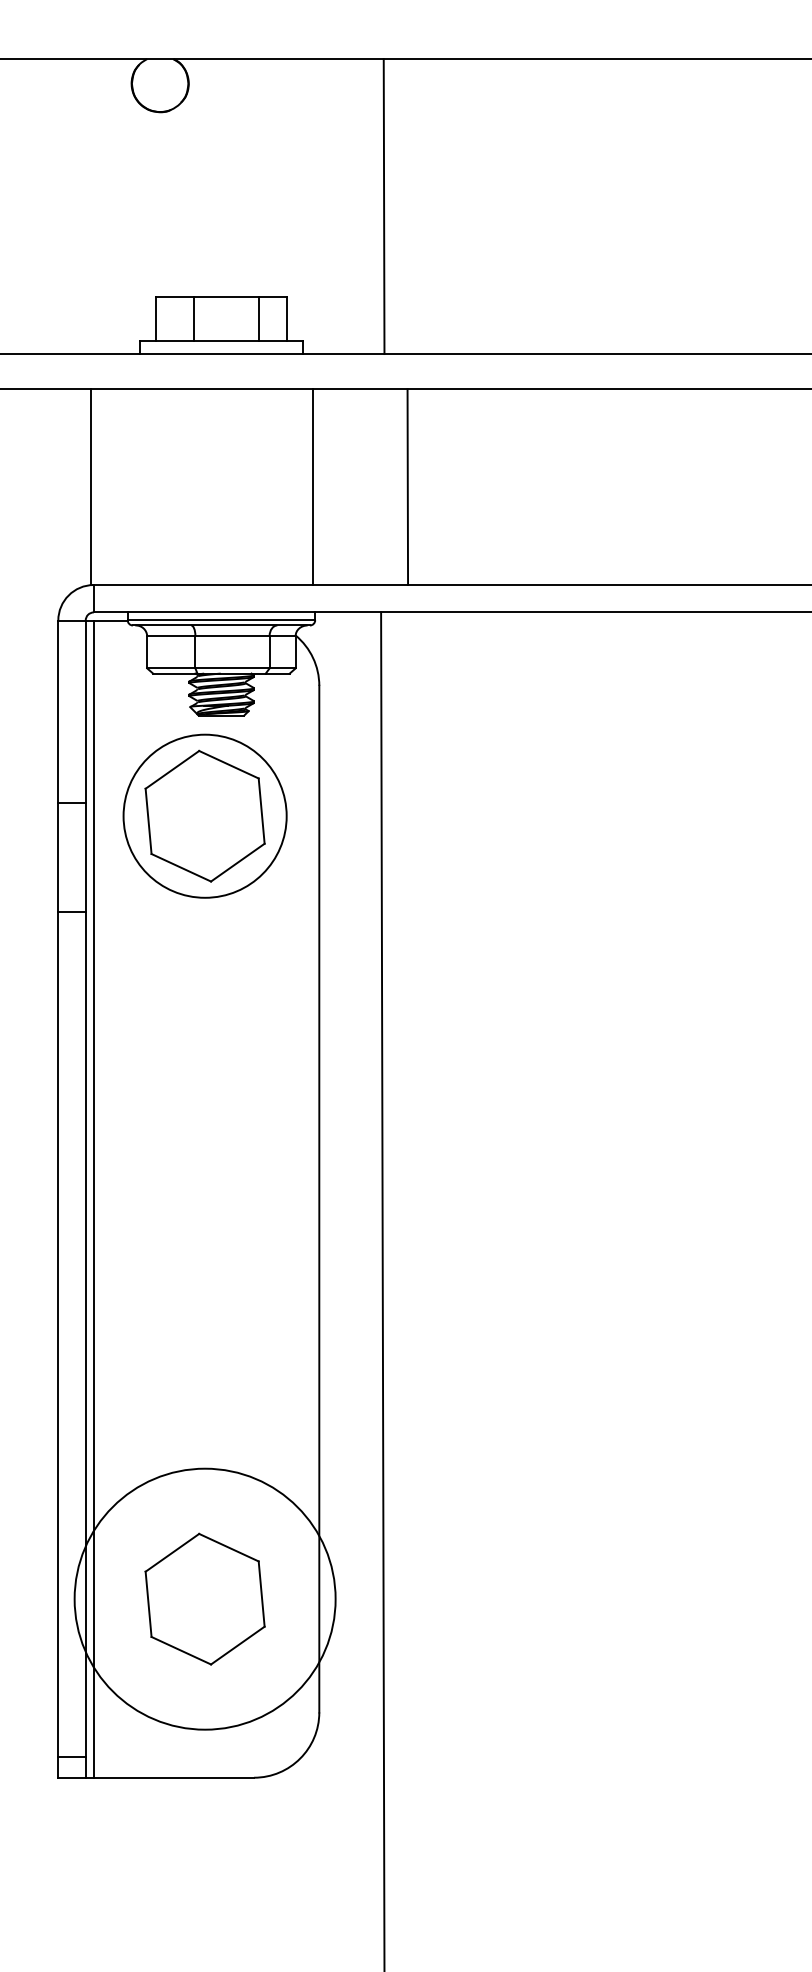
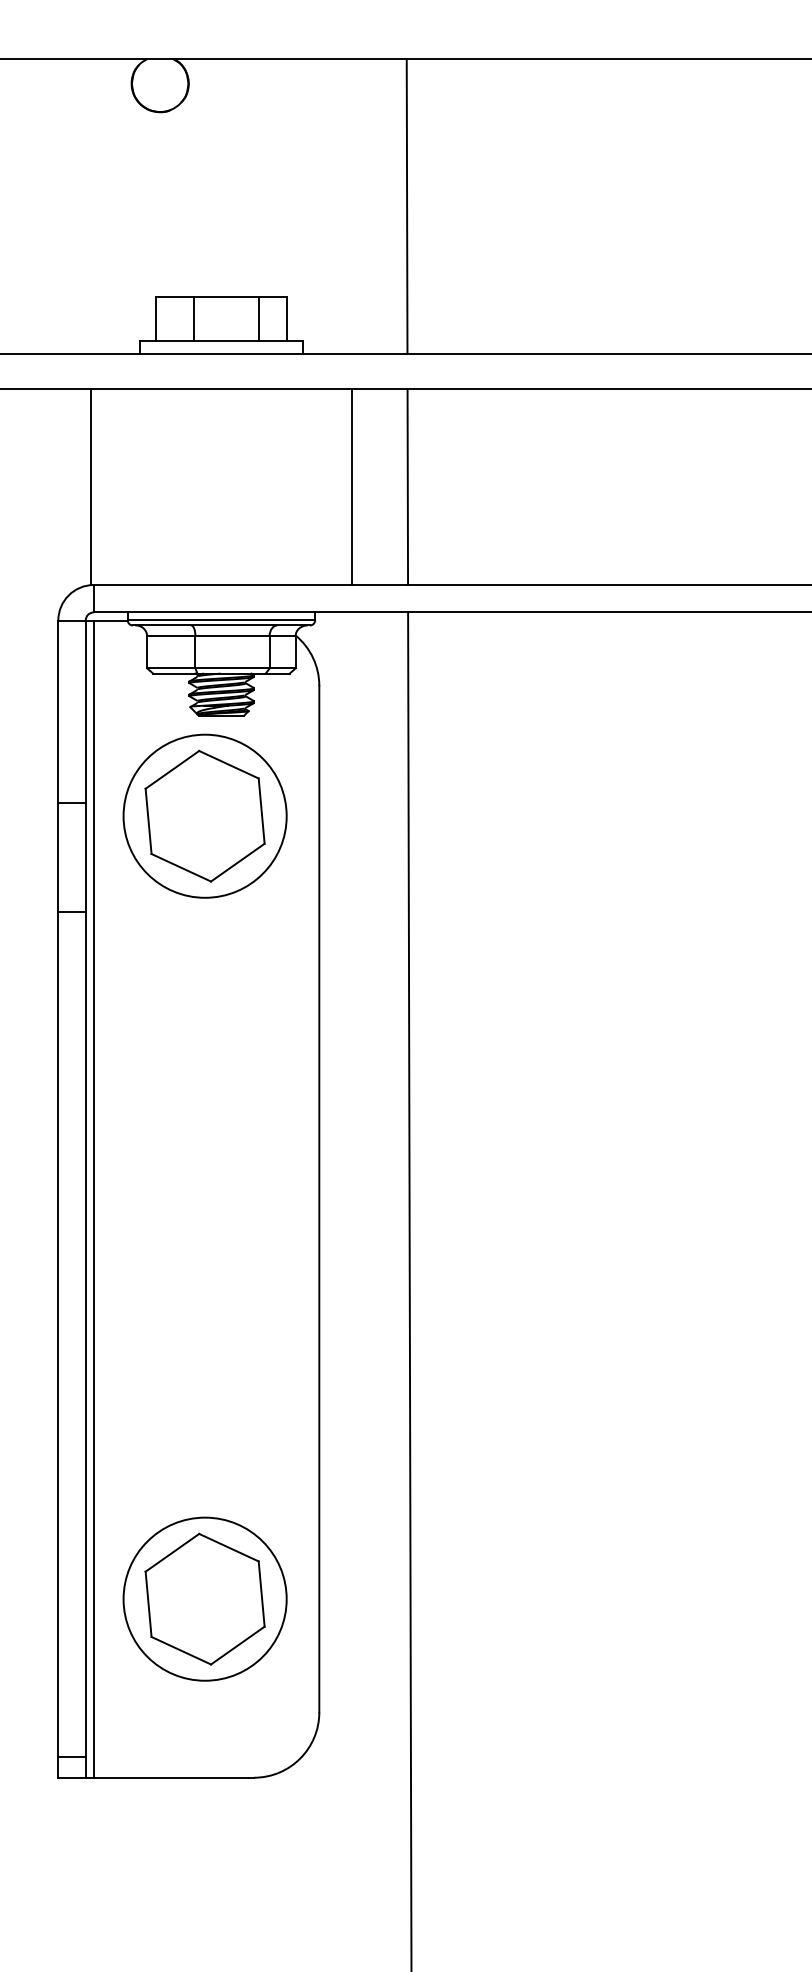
line at (383, 206) position: (383, 206) -> (406, 206)
line at (312, 487) position: (312, 487) -> (351, 487)
line at (382, 1290) position: (382, 1290) -> (409, 1290)
circle at (204, 1598) diameter: 261 px -> 163 px
